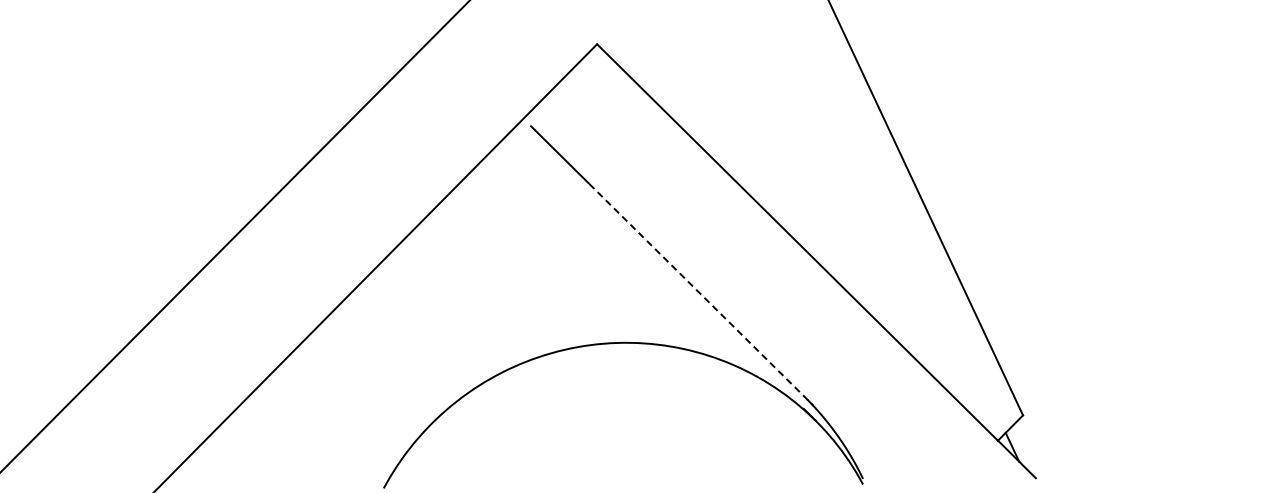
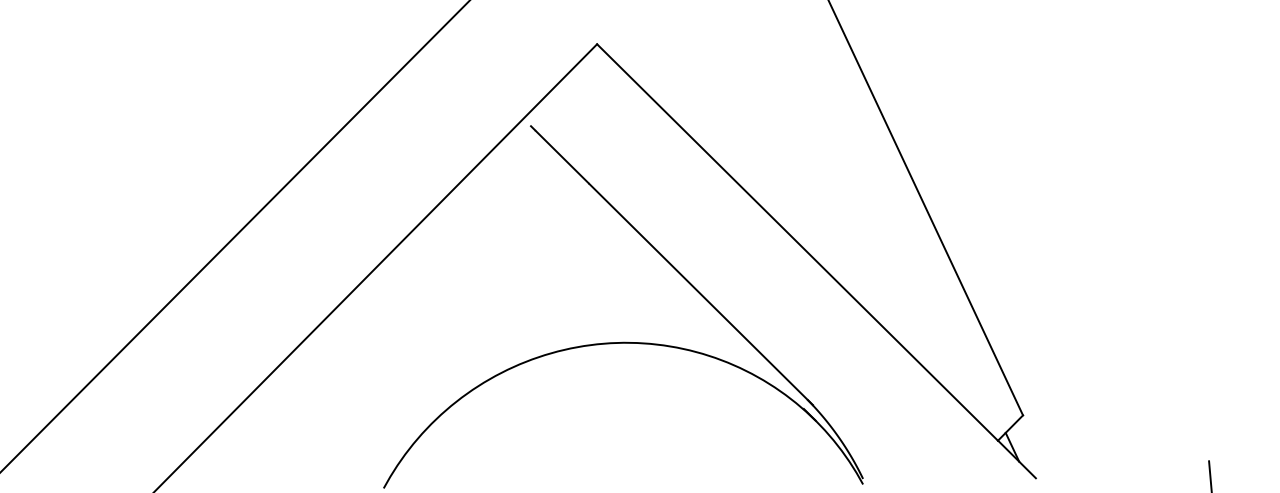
line at (701, 294): dashed -> solid
line at (1210, 475): none -> present
